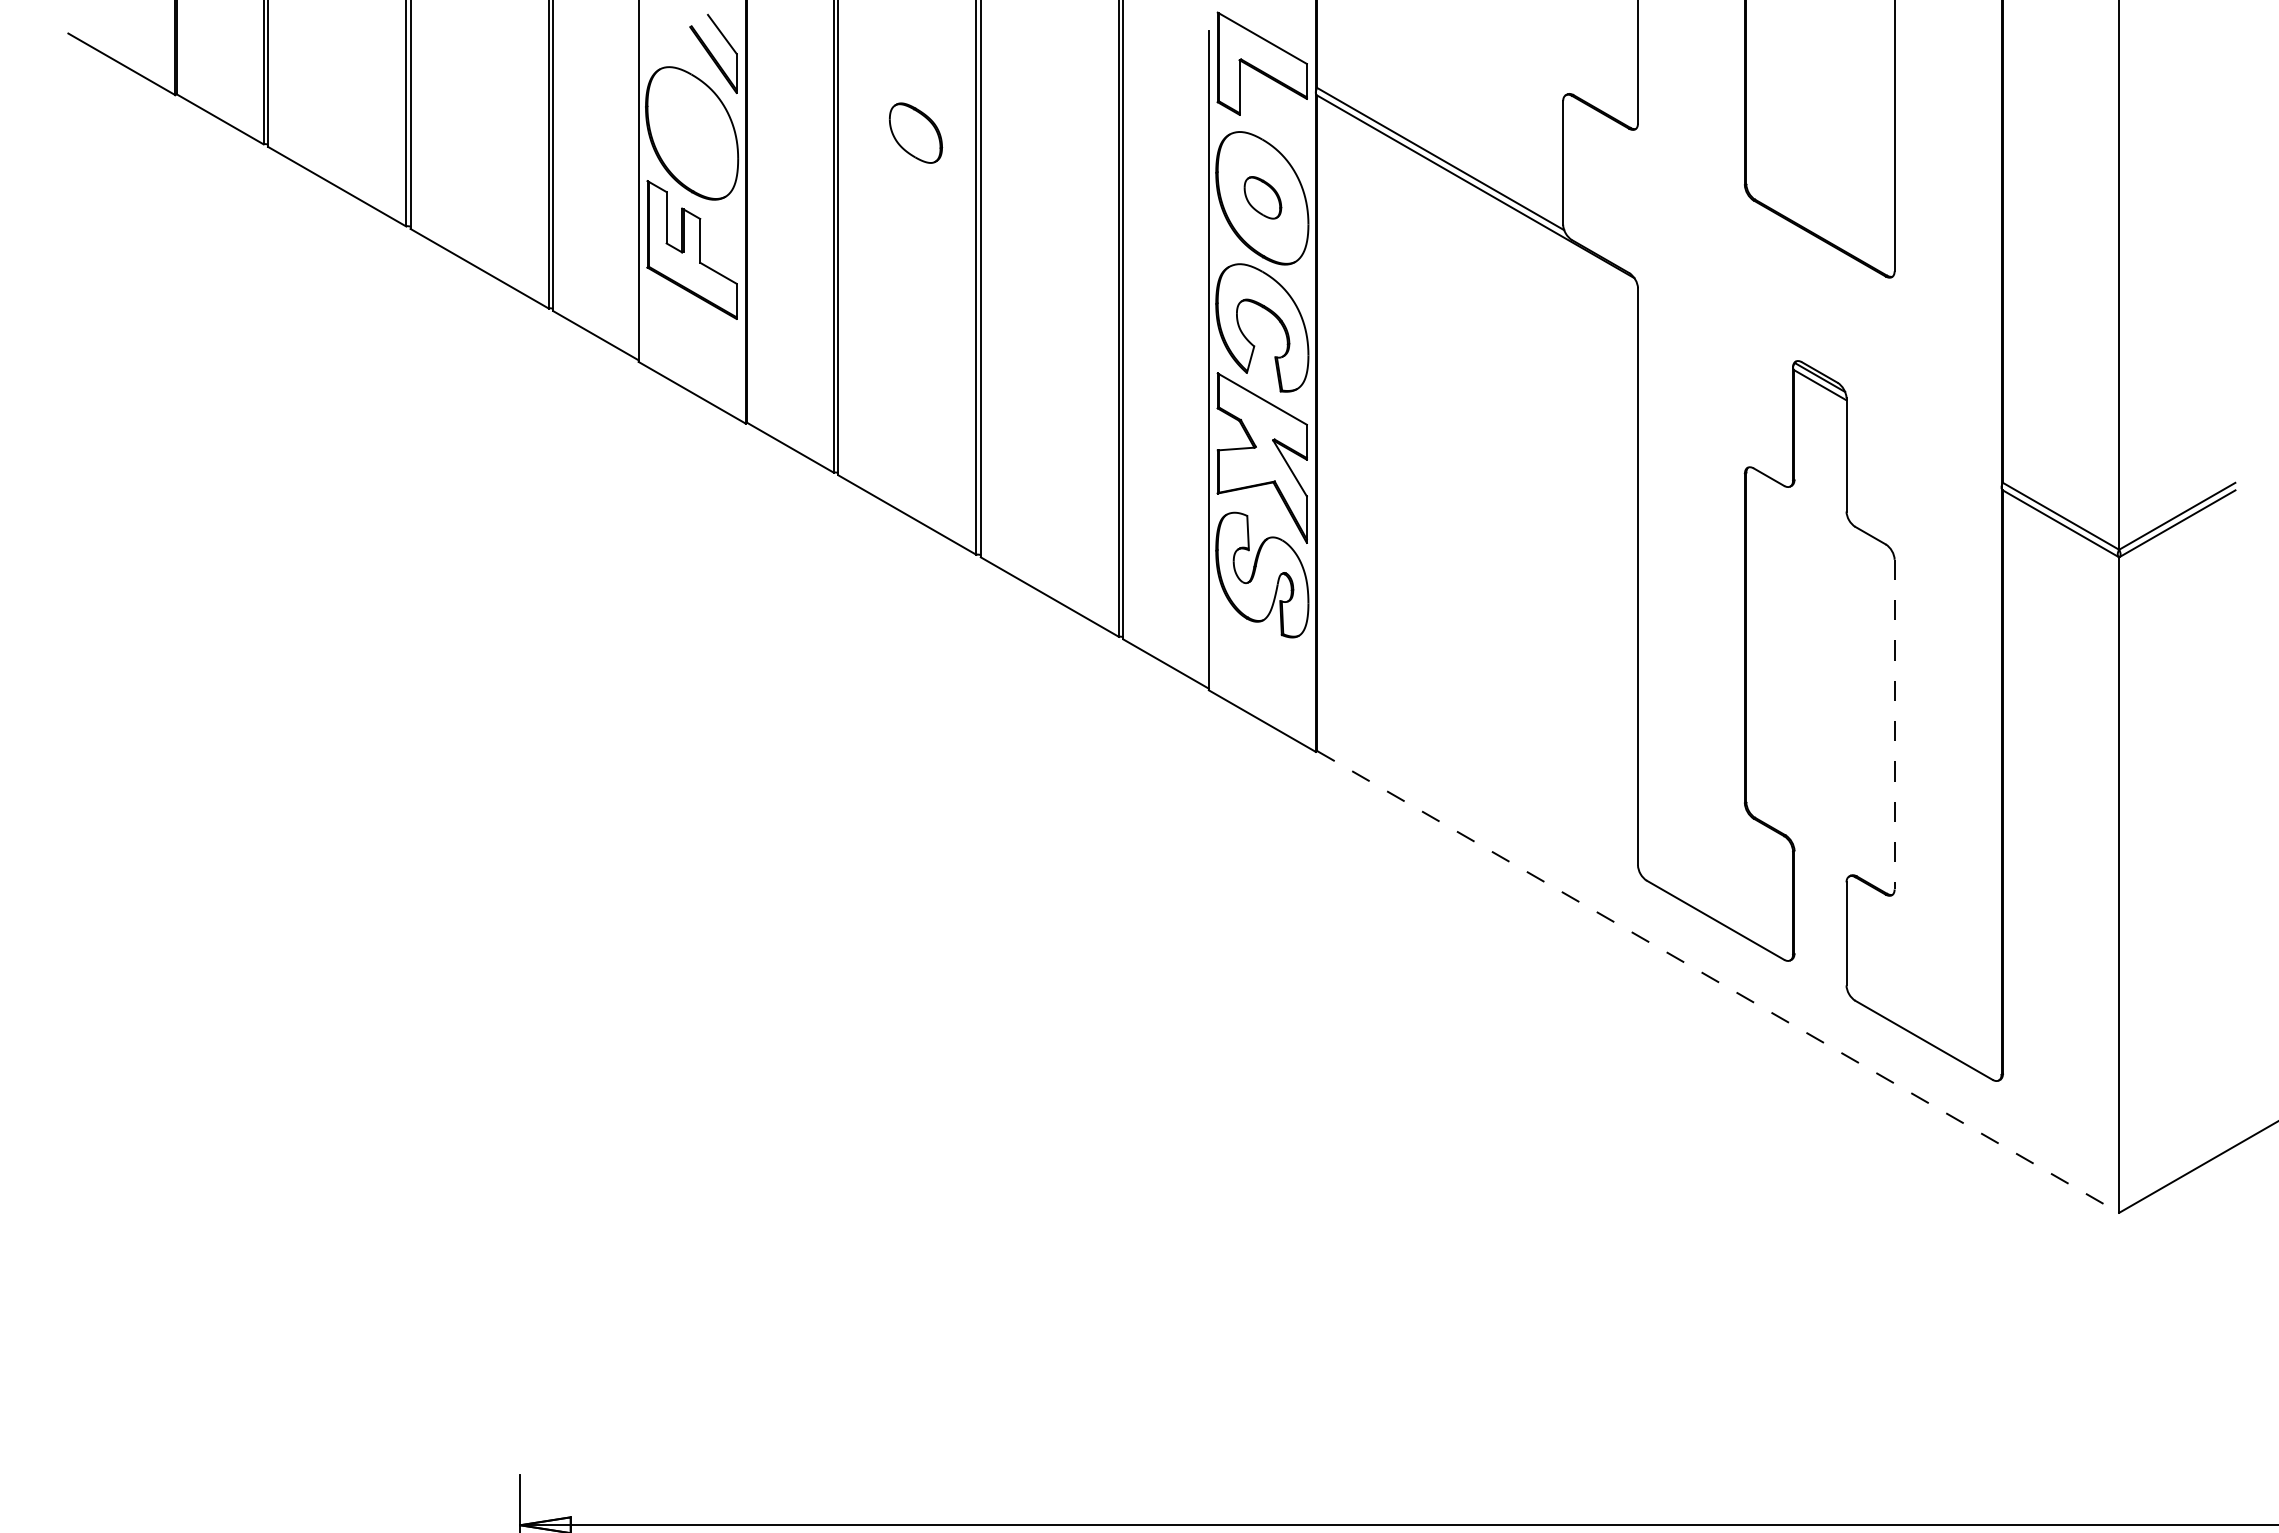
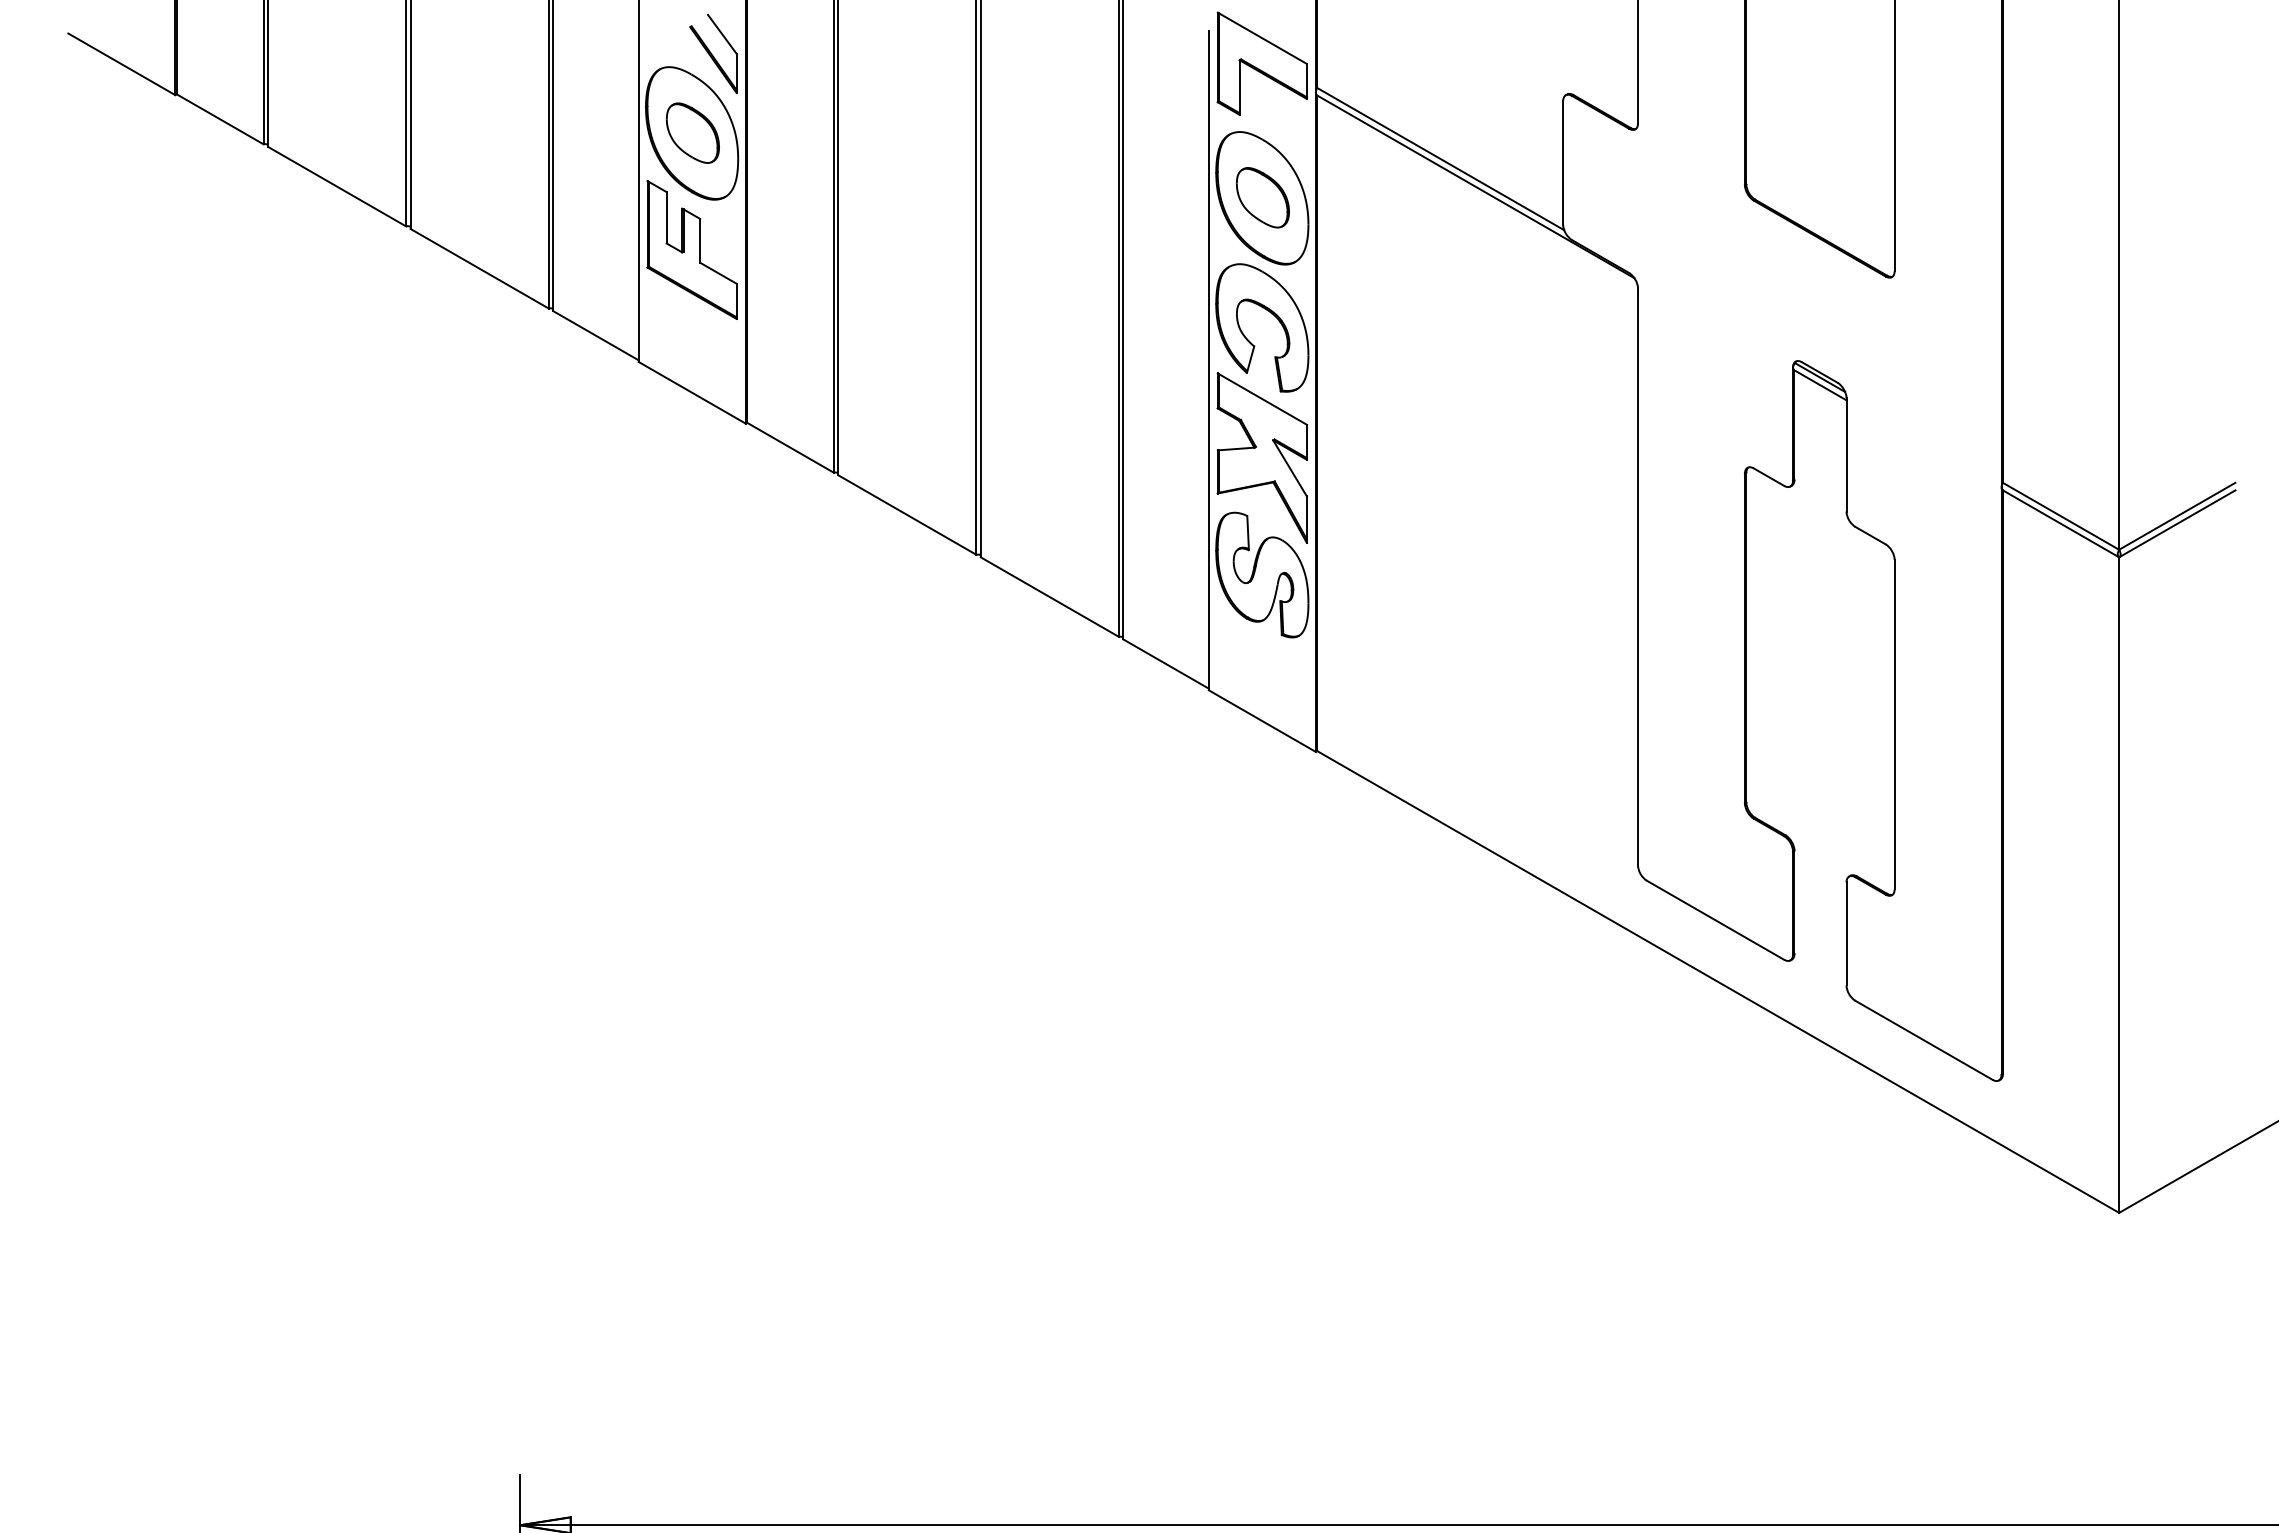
part at (916, 132) position: (916, 132) -> (693, 132)
part at (1262, 197) size: 40x44 px -> 54x62 px
line at (1894, 724): dashed -> solid
line at (1718, 981): dashed -> solid
